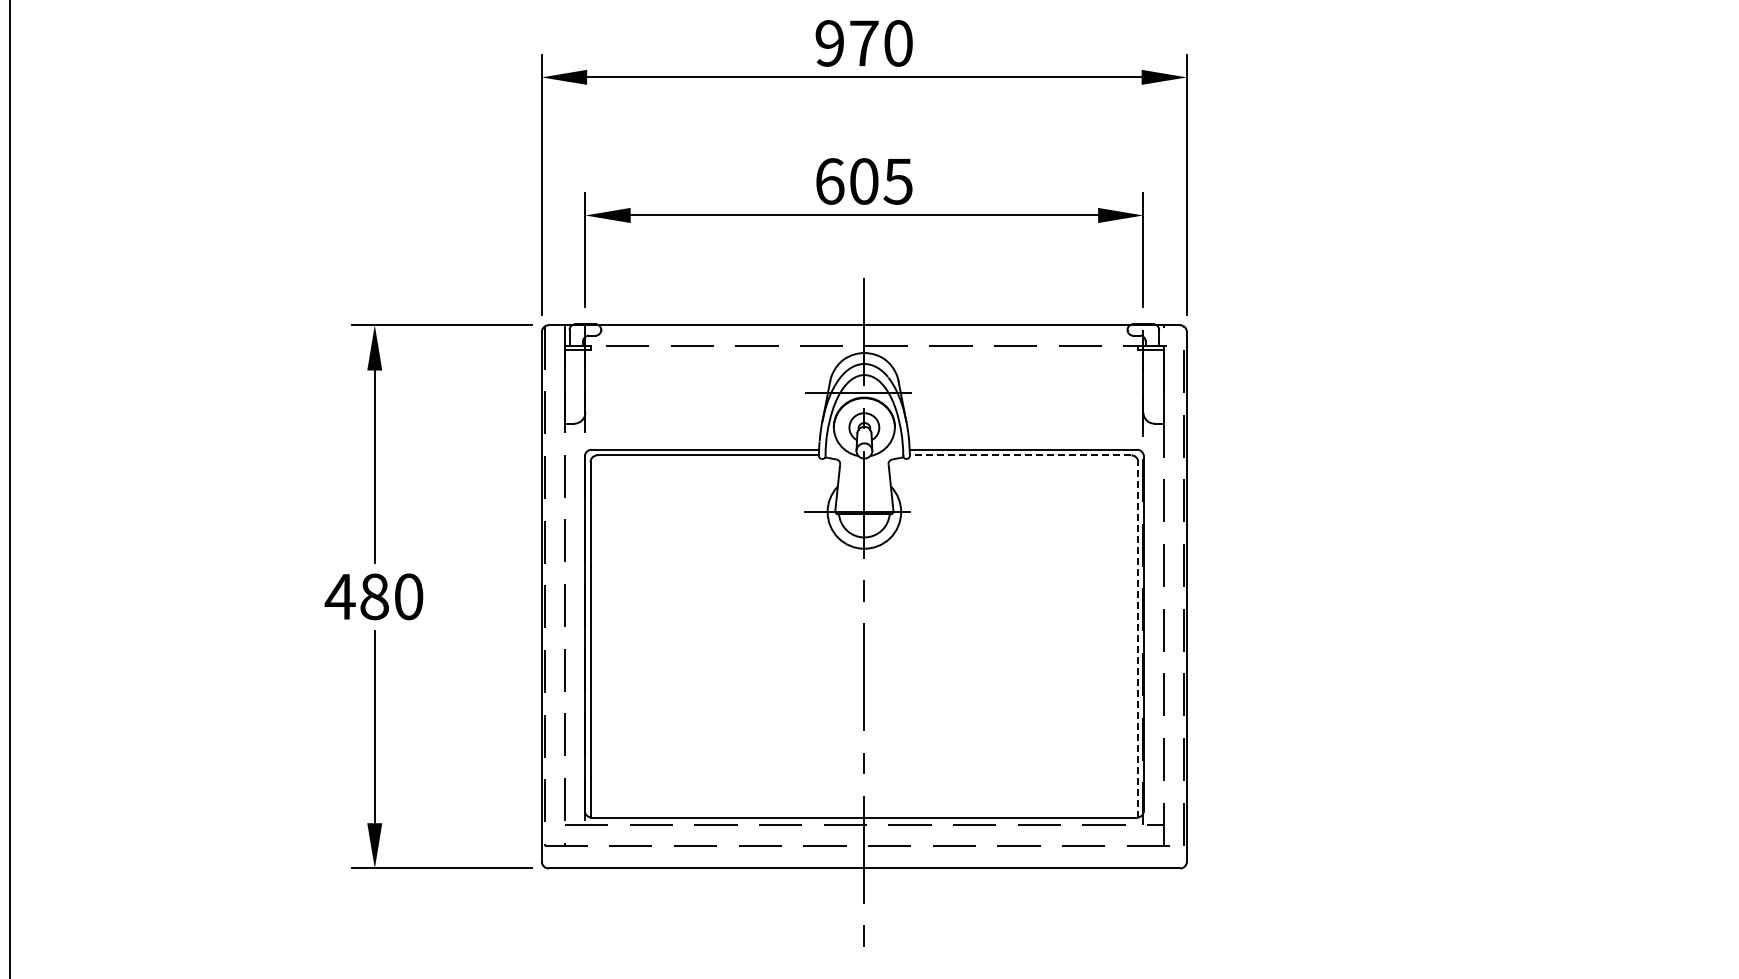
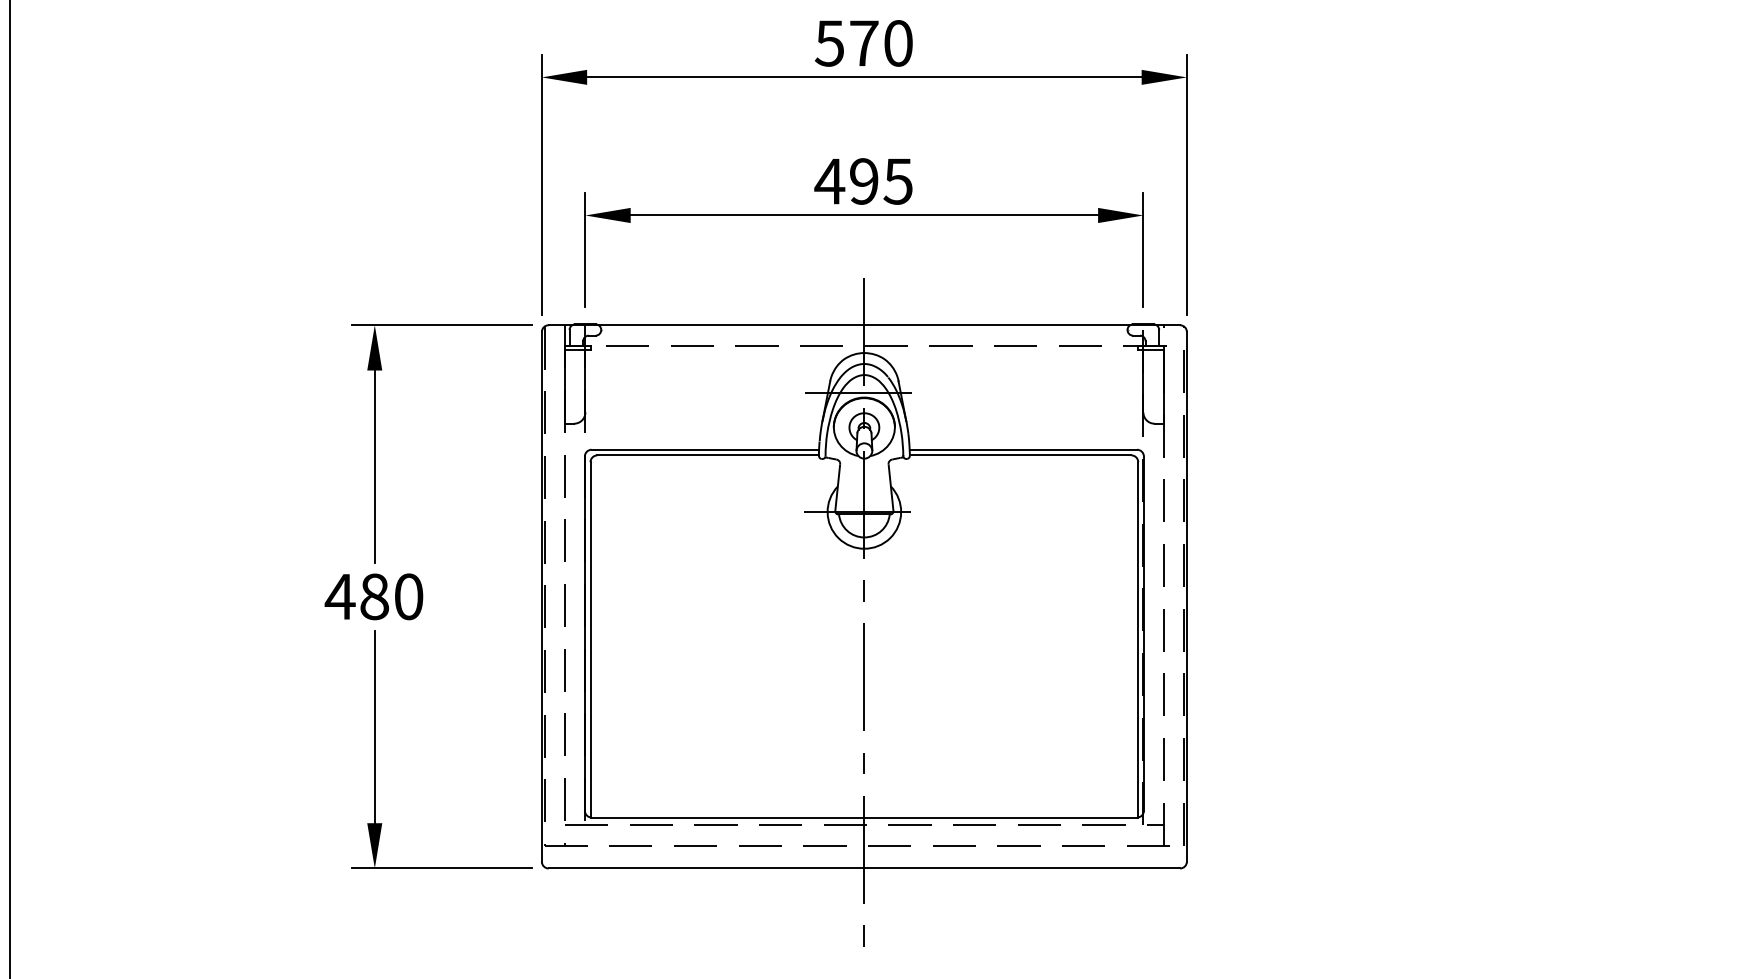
text at (828, 43): 970 -> 570
text at (846, 181): 605 -> 495
line at (1020, 455): dashed -> solid
line at (1138, 639): dashed -> solid
